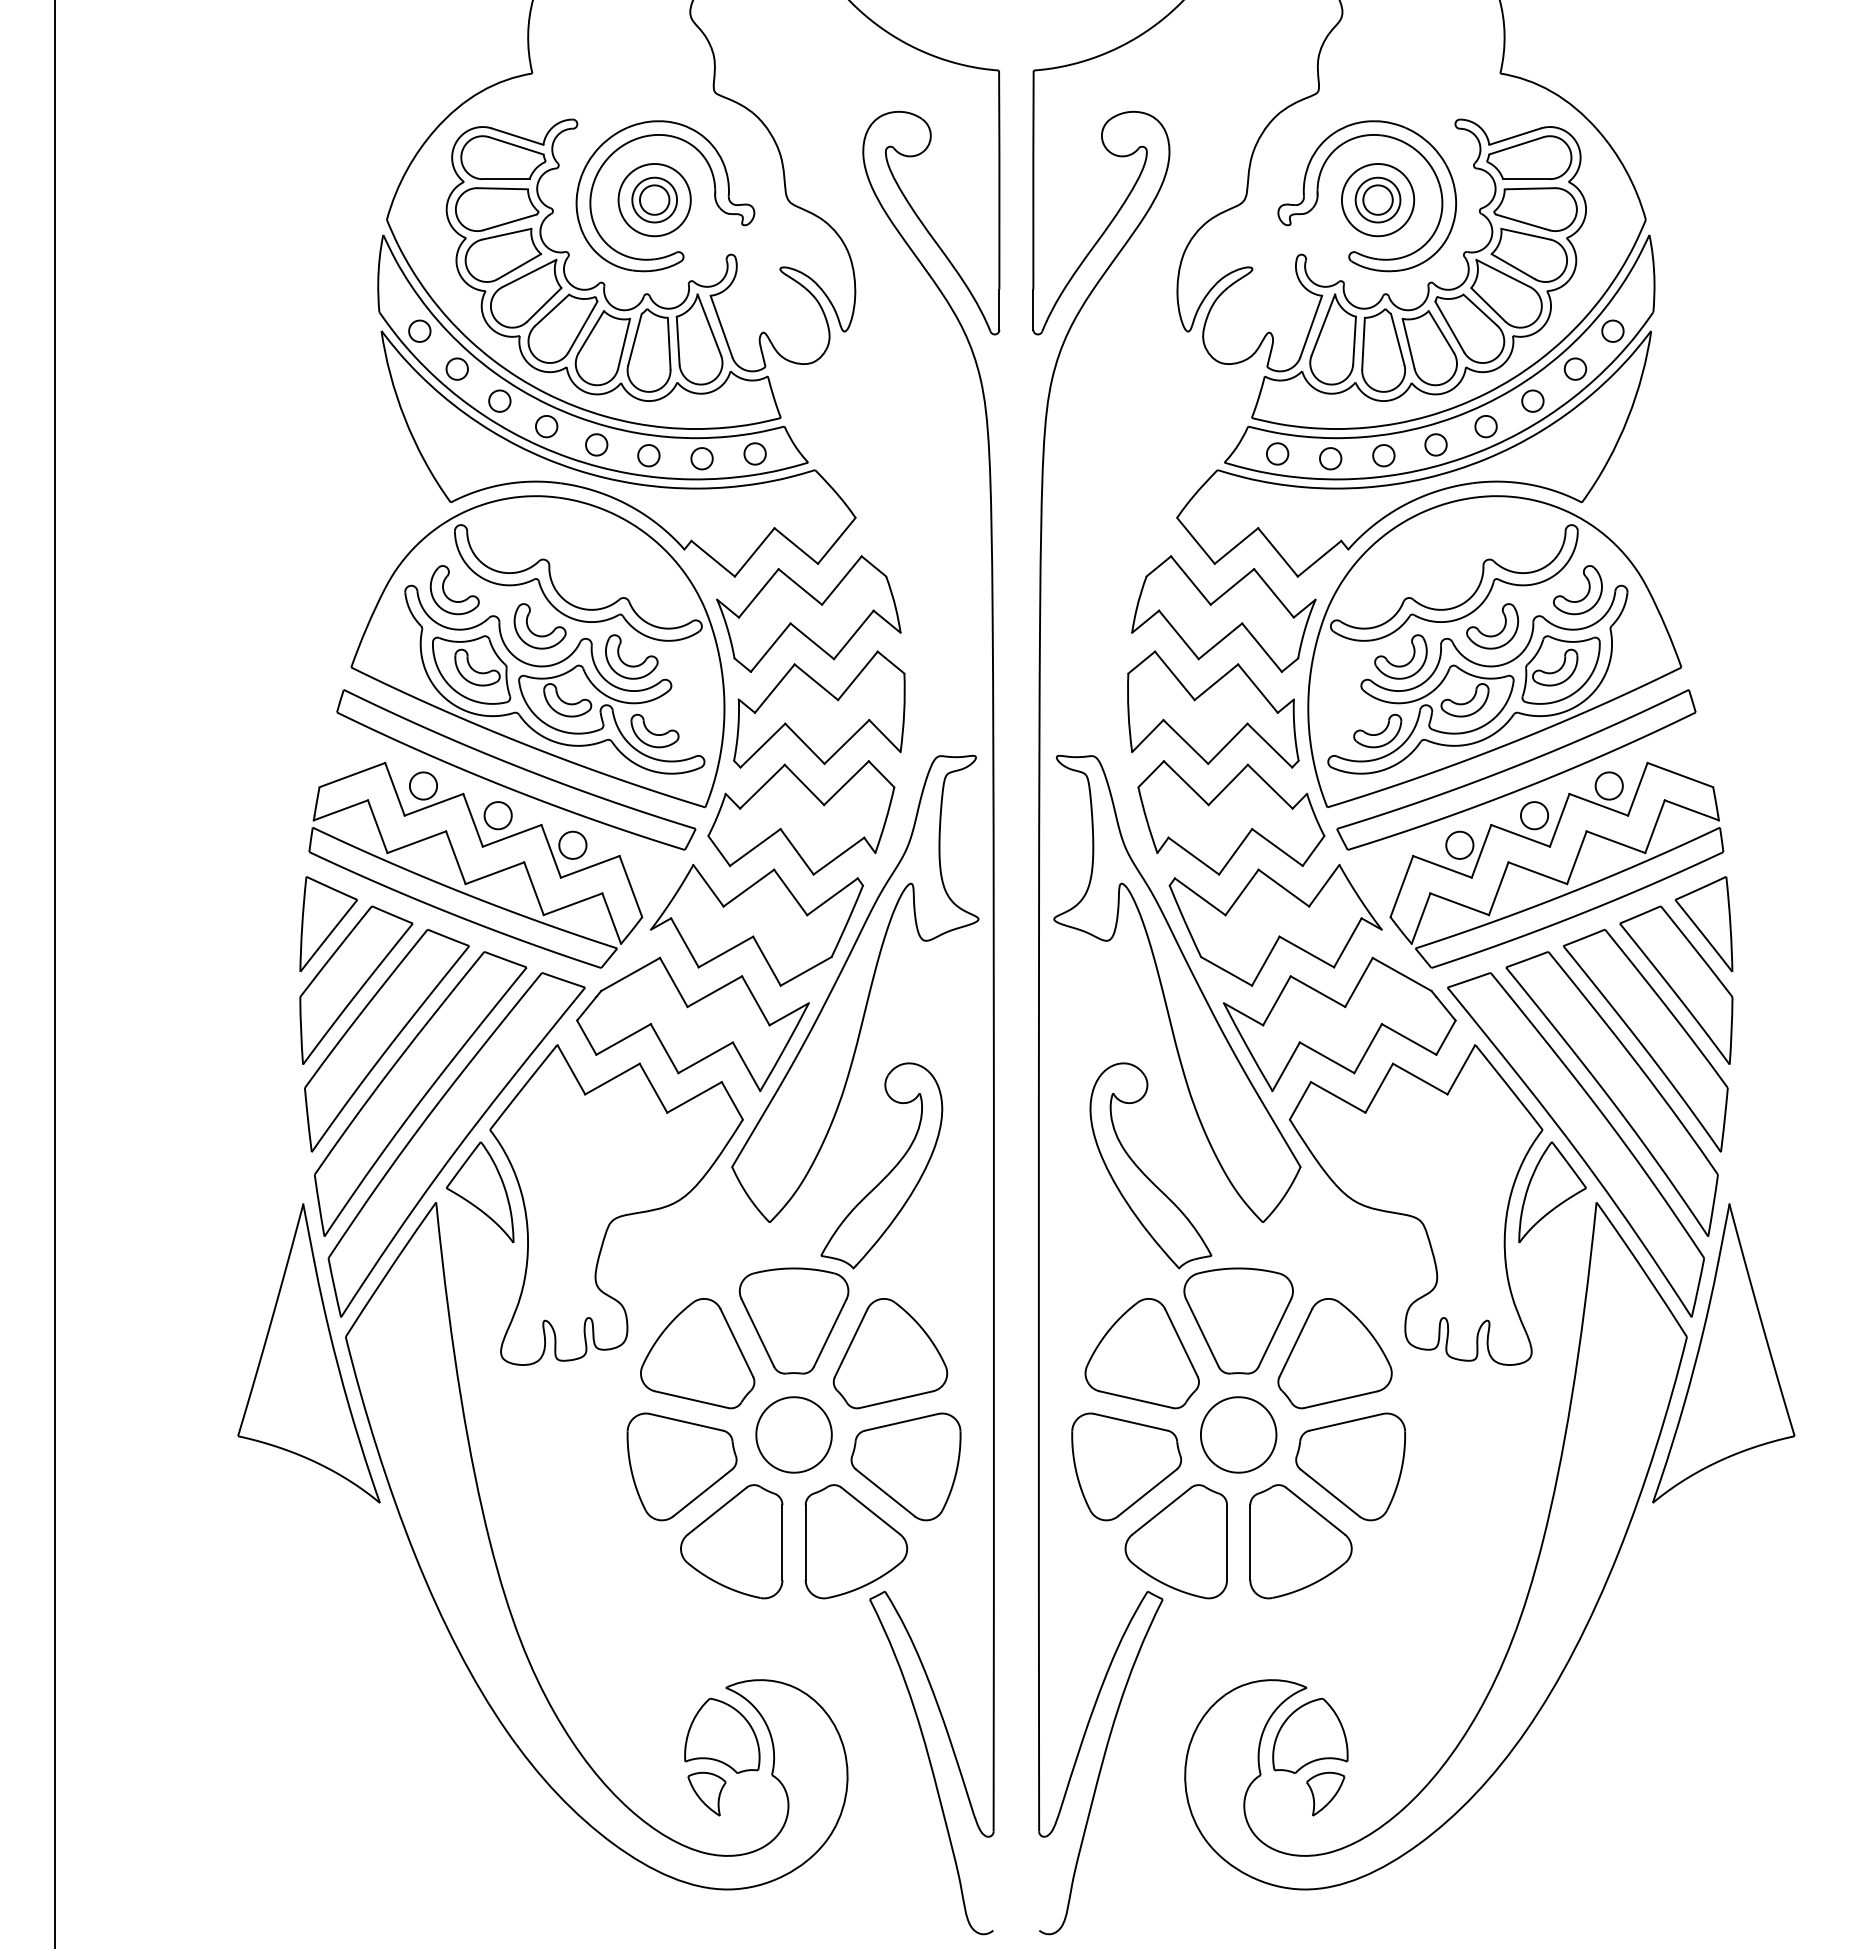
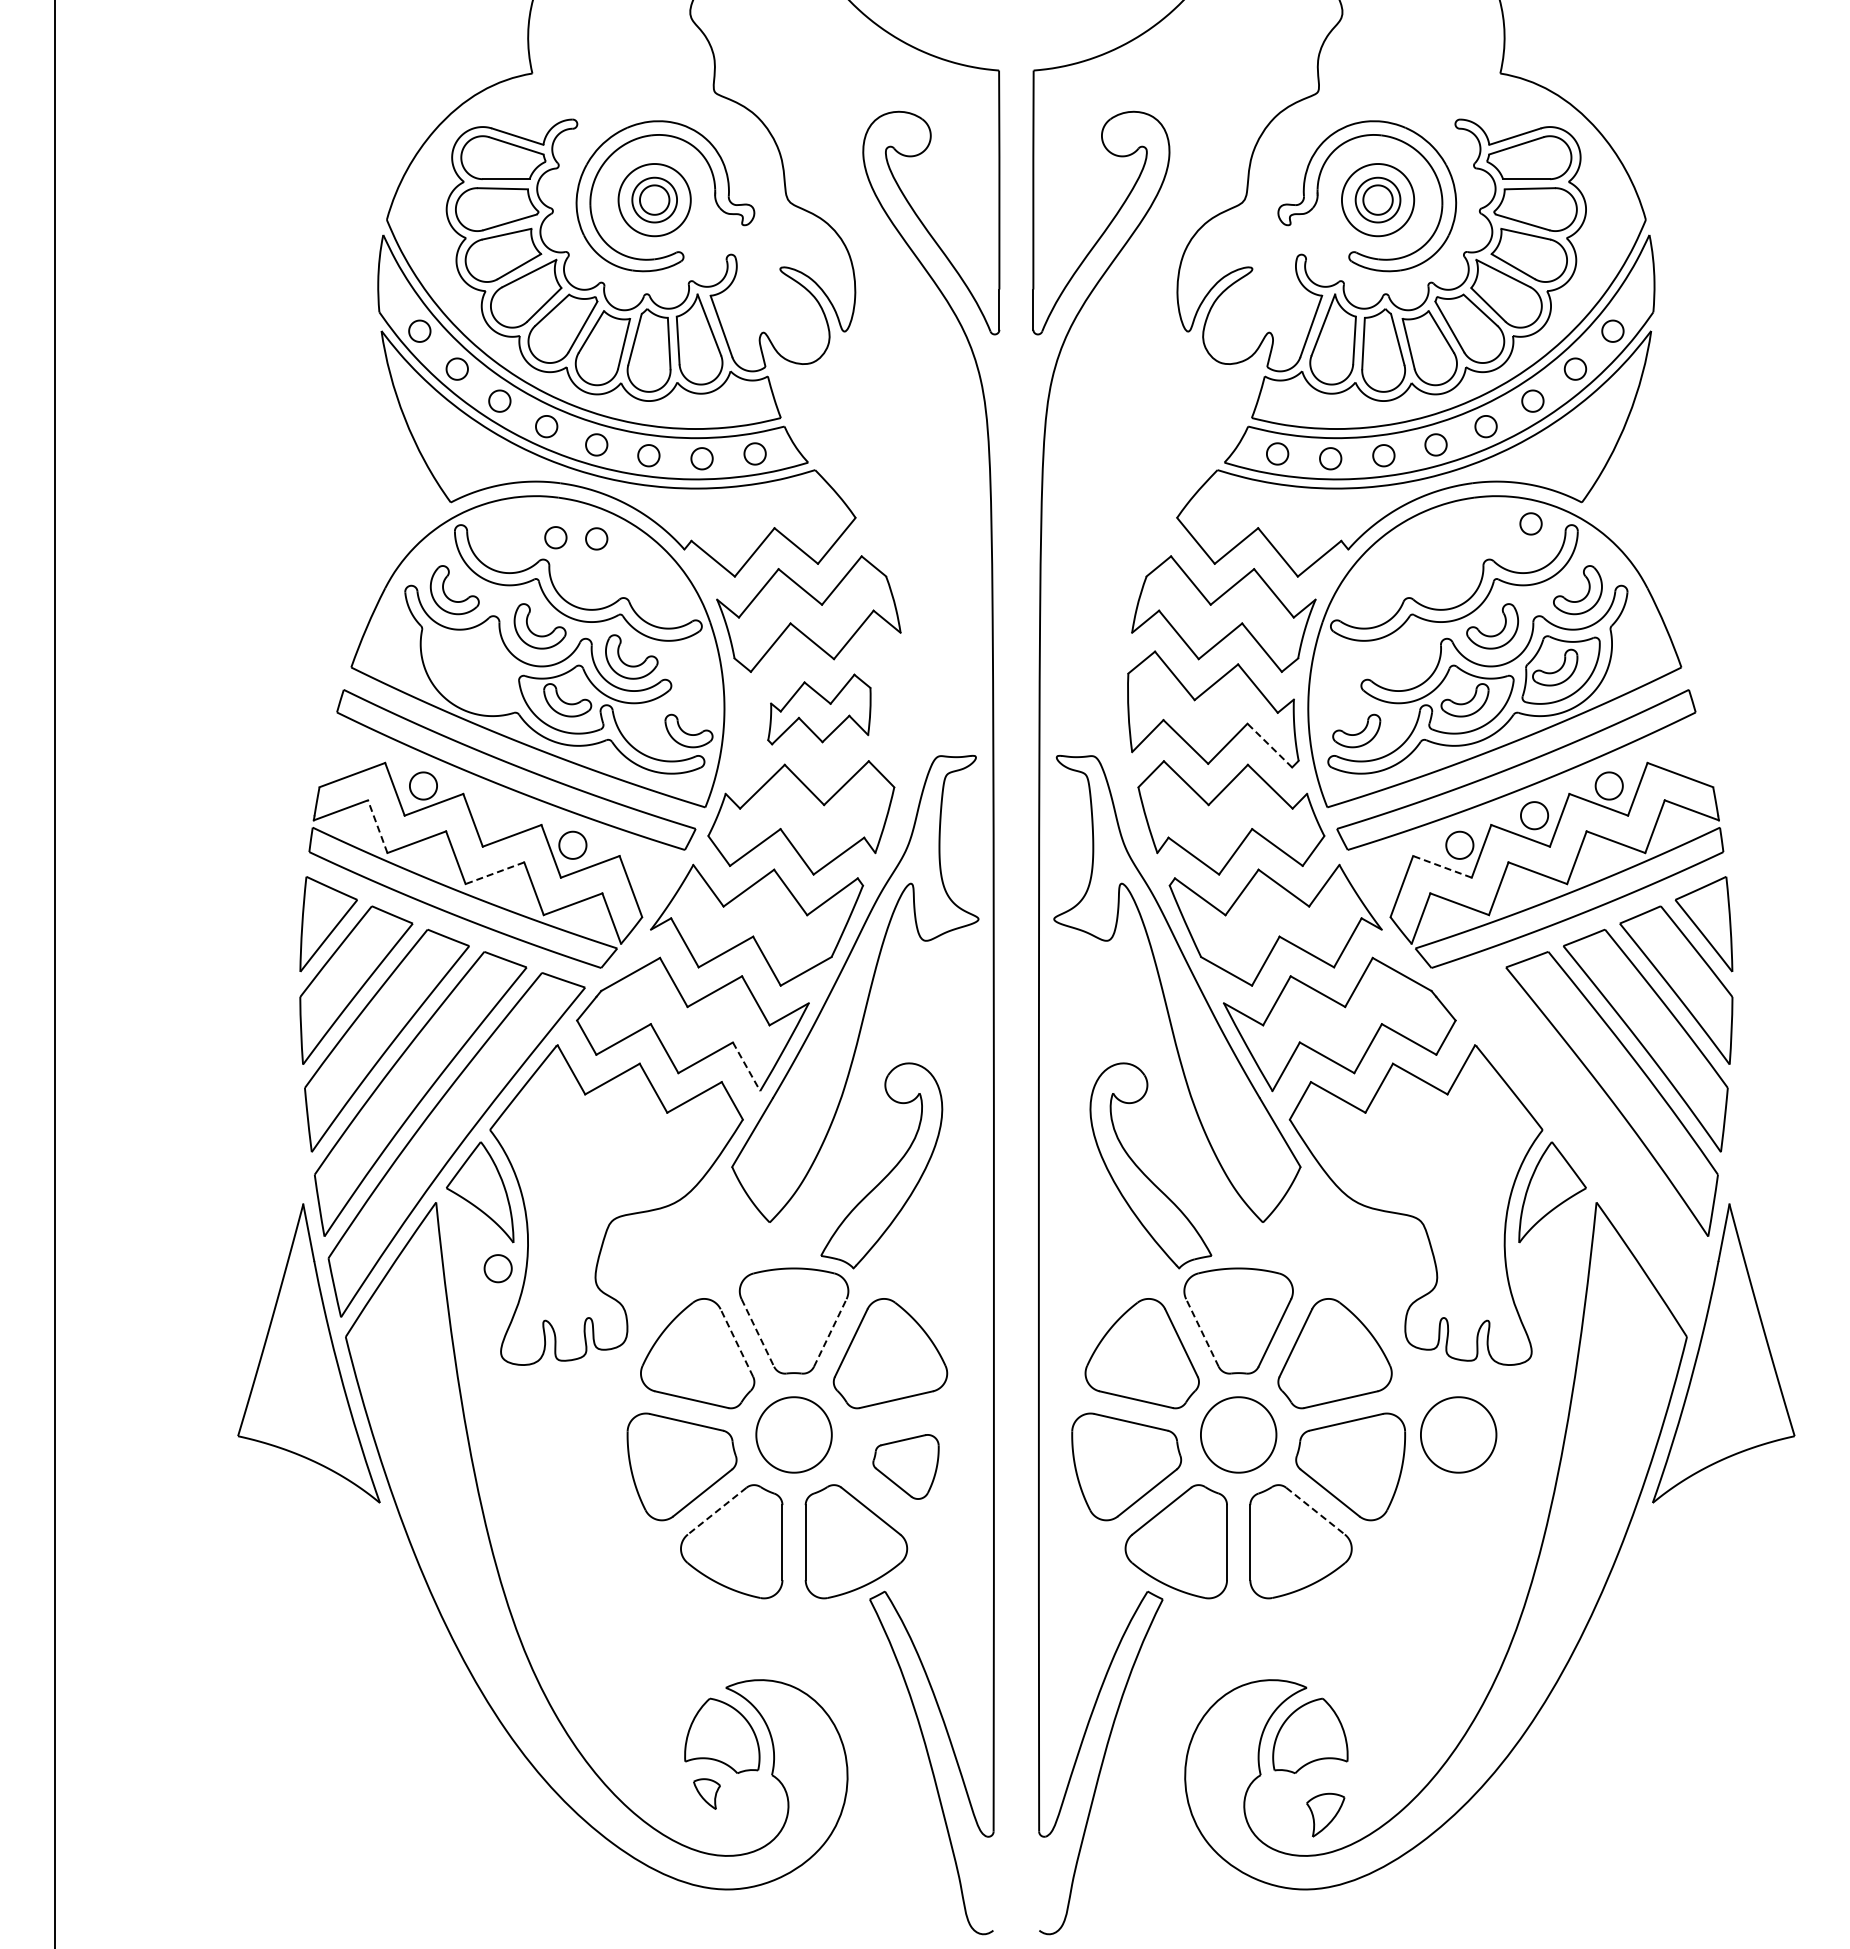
part at (1530, 523): none -> present
part at (555, 537): none -> present
part at (596, 538): none -> present
part at (1404, 664): present -> none
part at (471, 669): present -> none
part at (819, 709) size: 173x119 px -> 105x73 px
part at (654, 730) position: (654, 730) -> (688, 730)
part at (1377, 730) position: (1377, 730) -> (1356, 730)
line at (1269, 745): solid -> dashed
part at (497, 815) position: (497, 815) -> (497, 1268)
line at (377, 826): solid -> dashed
line at (1442, 866): solid -> dashed
line at (494, 873): solid -> dashed
line at (746, 1066): solid -> dashed
part at (1575, 1144): present -> none
line at (830, 1332): solid -> dashed
line at (1202, 1332): solid -> dashed
line at (758, 1333): solid -> dashed
line at (736, 1342): solid -> dashed
part at (1458, 1434): none -> present
part at (905, 1466) size: 112x110 px -> 68x66 px
line at (716, 1511): solid -> dashed
line at (1315, 1511): solid -> dashed
part at (706, 1793) size: 40x46 px -> 28x32 px
part at (1325, 1793) position: (1325, 1793) -> (1325, 1814)
